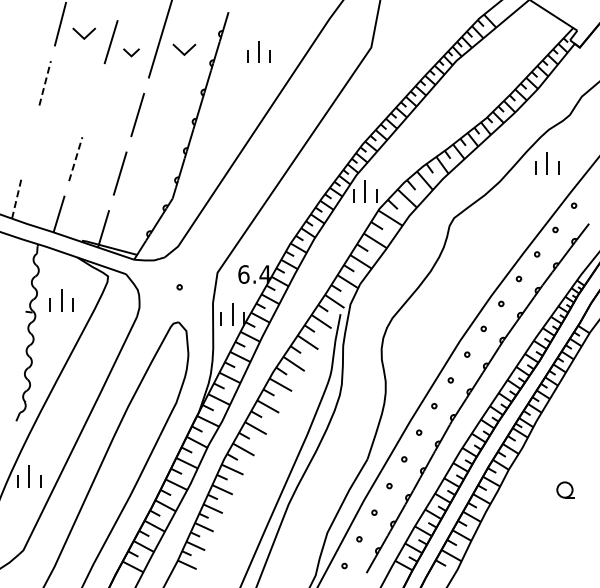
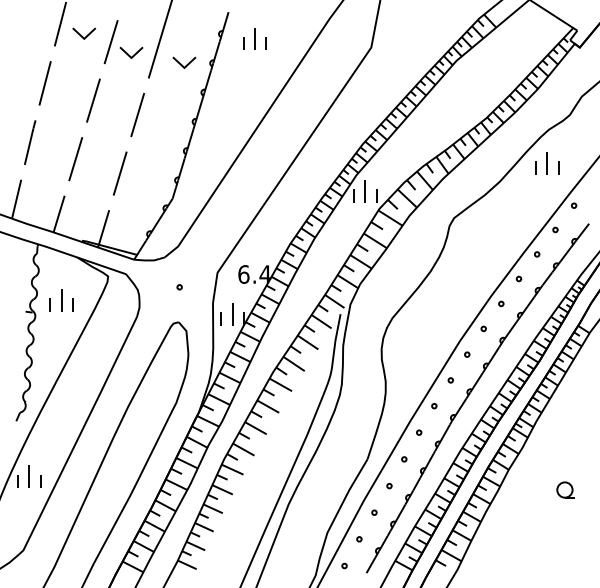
part at (184, 49) position: (184, 49) -> (184, 62)
part at (258, 51) position: (258, 51) -> (254, 38)
part at (131, 52) size: 17x10 px -> 25x13 px
line at (45, 83): dashed -> solid
line at (93, 100): none -> present
line at (30, 142): none -> present
line at (75, 159): dashed -> solid
line at (16, 199): dashed -> solid
